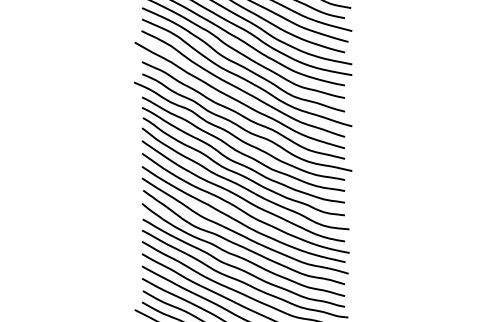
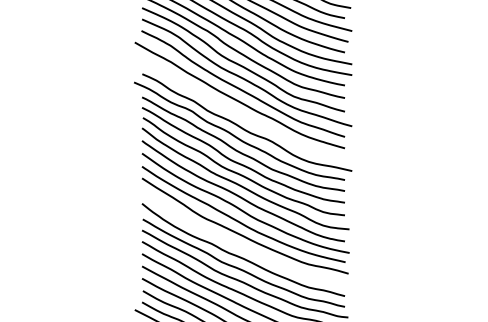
curve at (242, 114): present -> none
curve at (242, 245): present -> none
